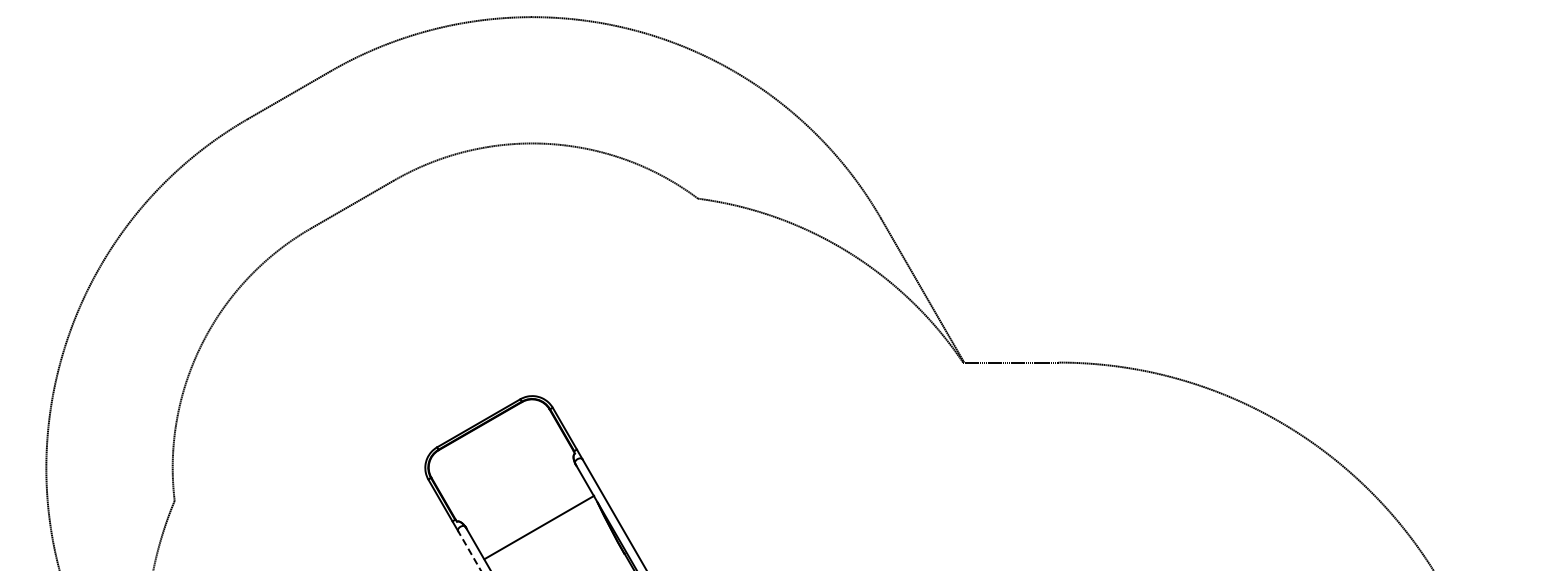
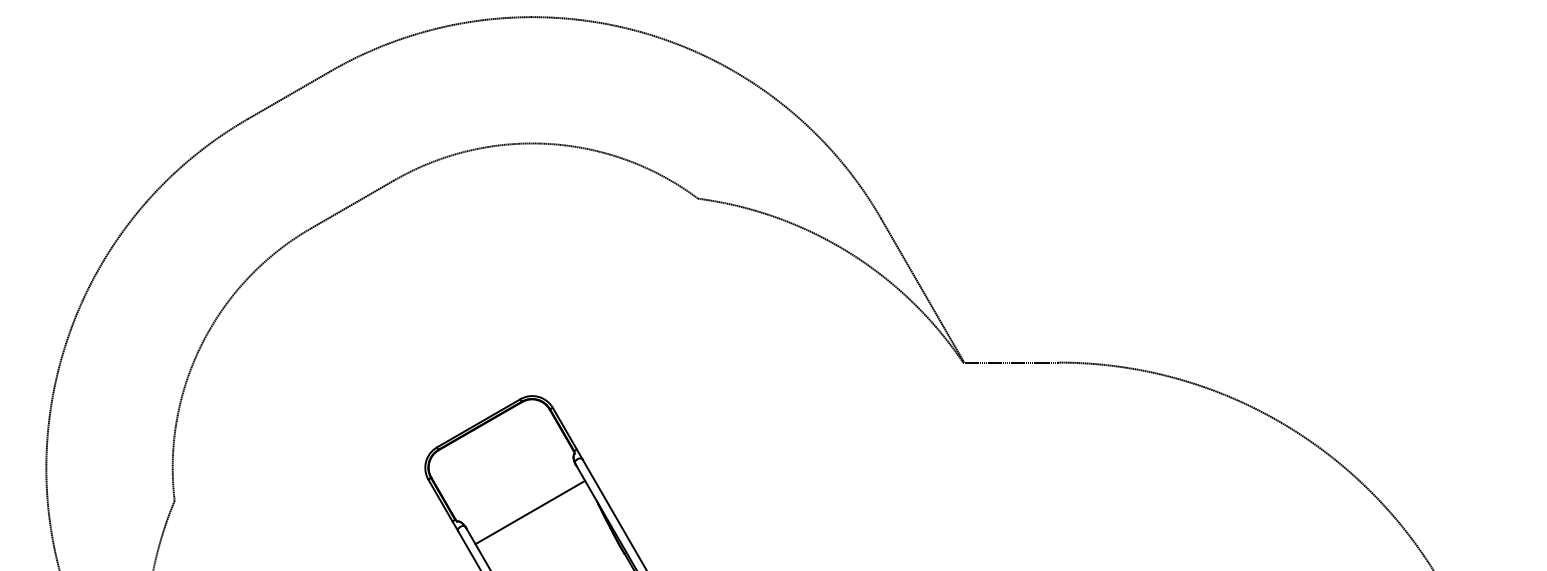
line at (539, 527) position: (539, 527) -> (530, 512)
line at (469, 551): dashed -> solid
